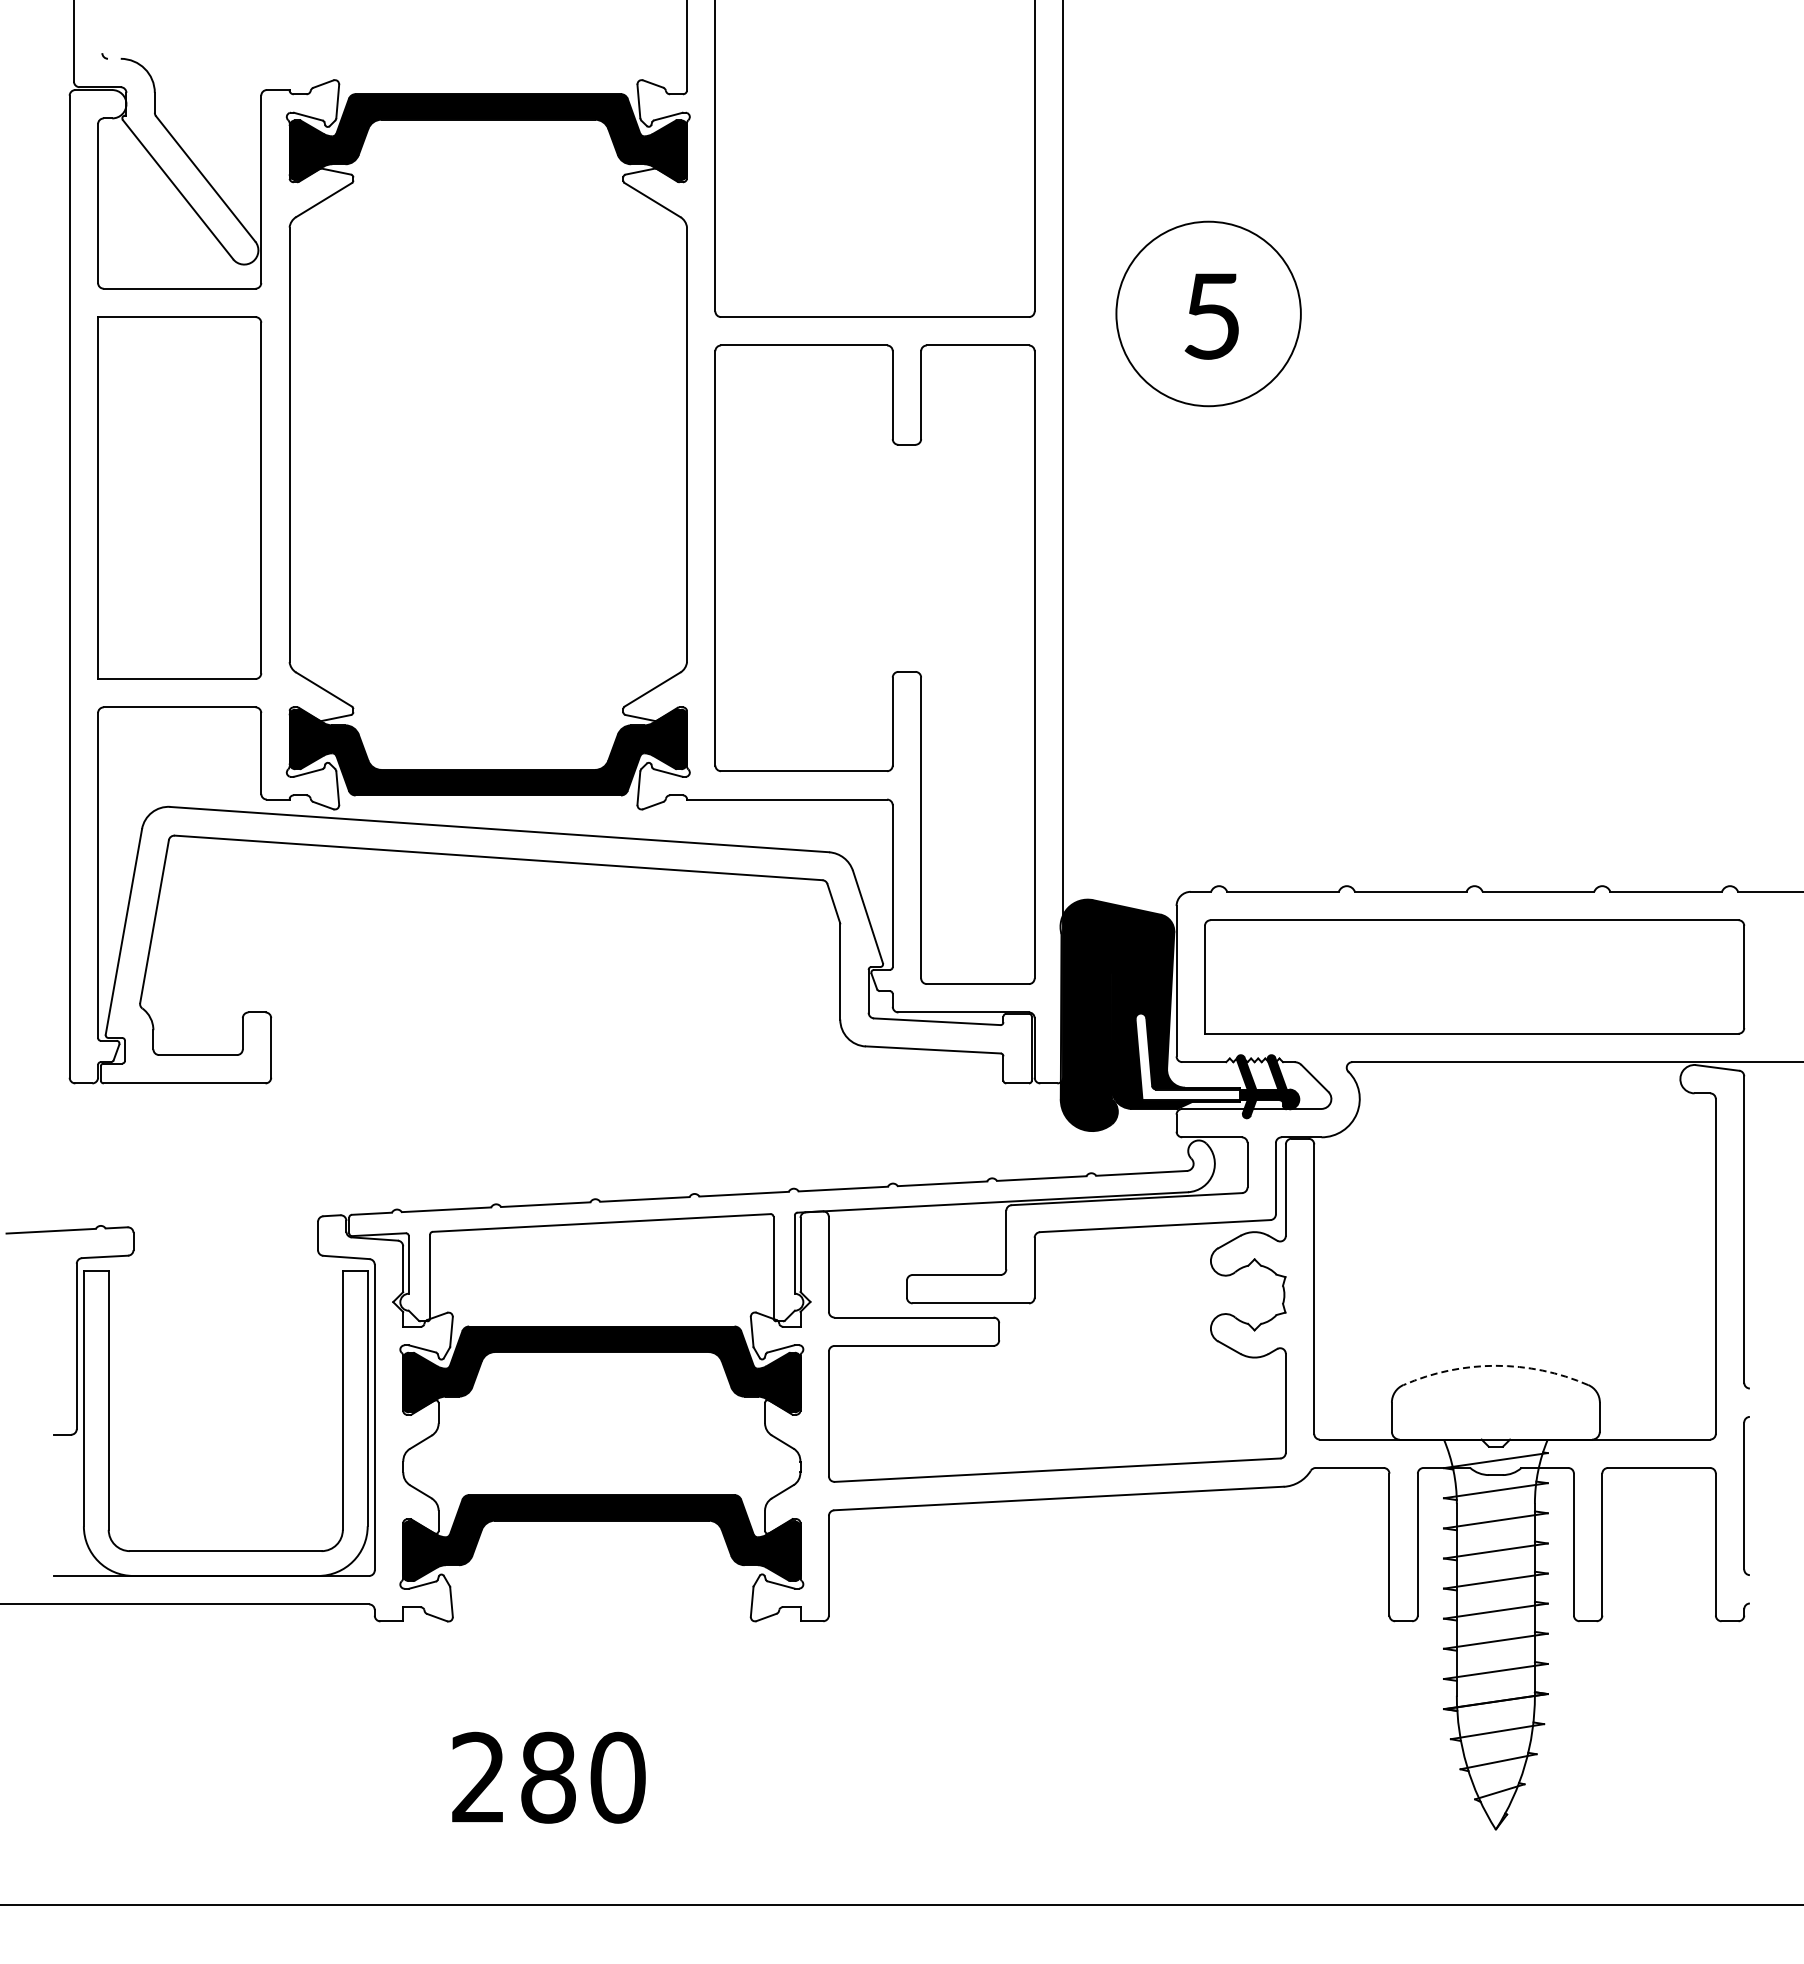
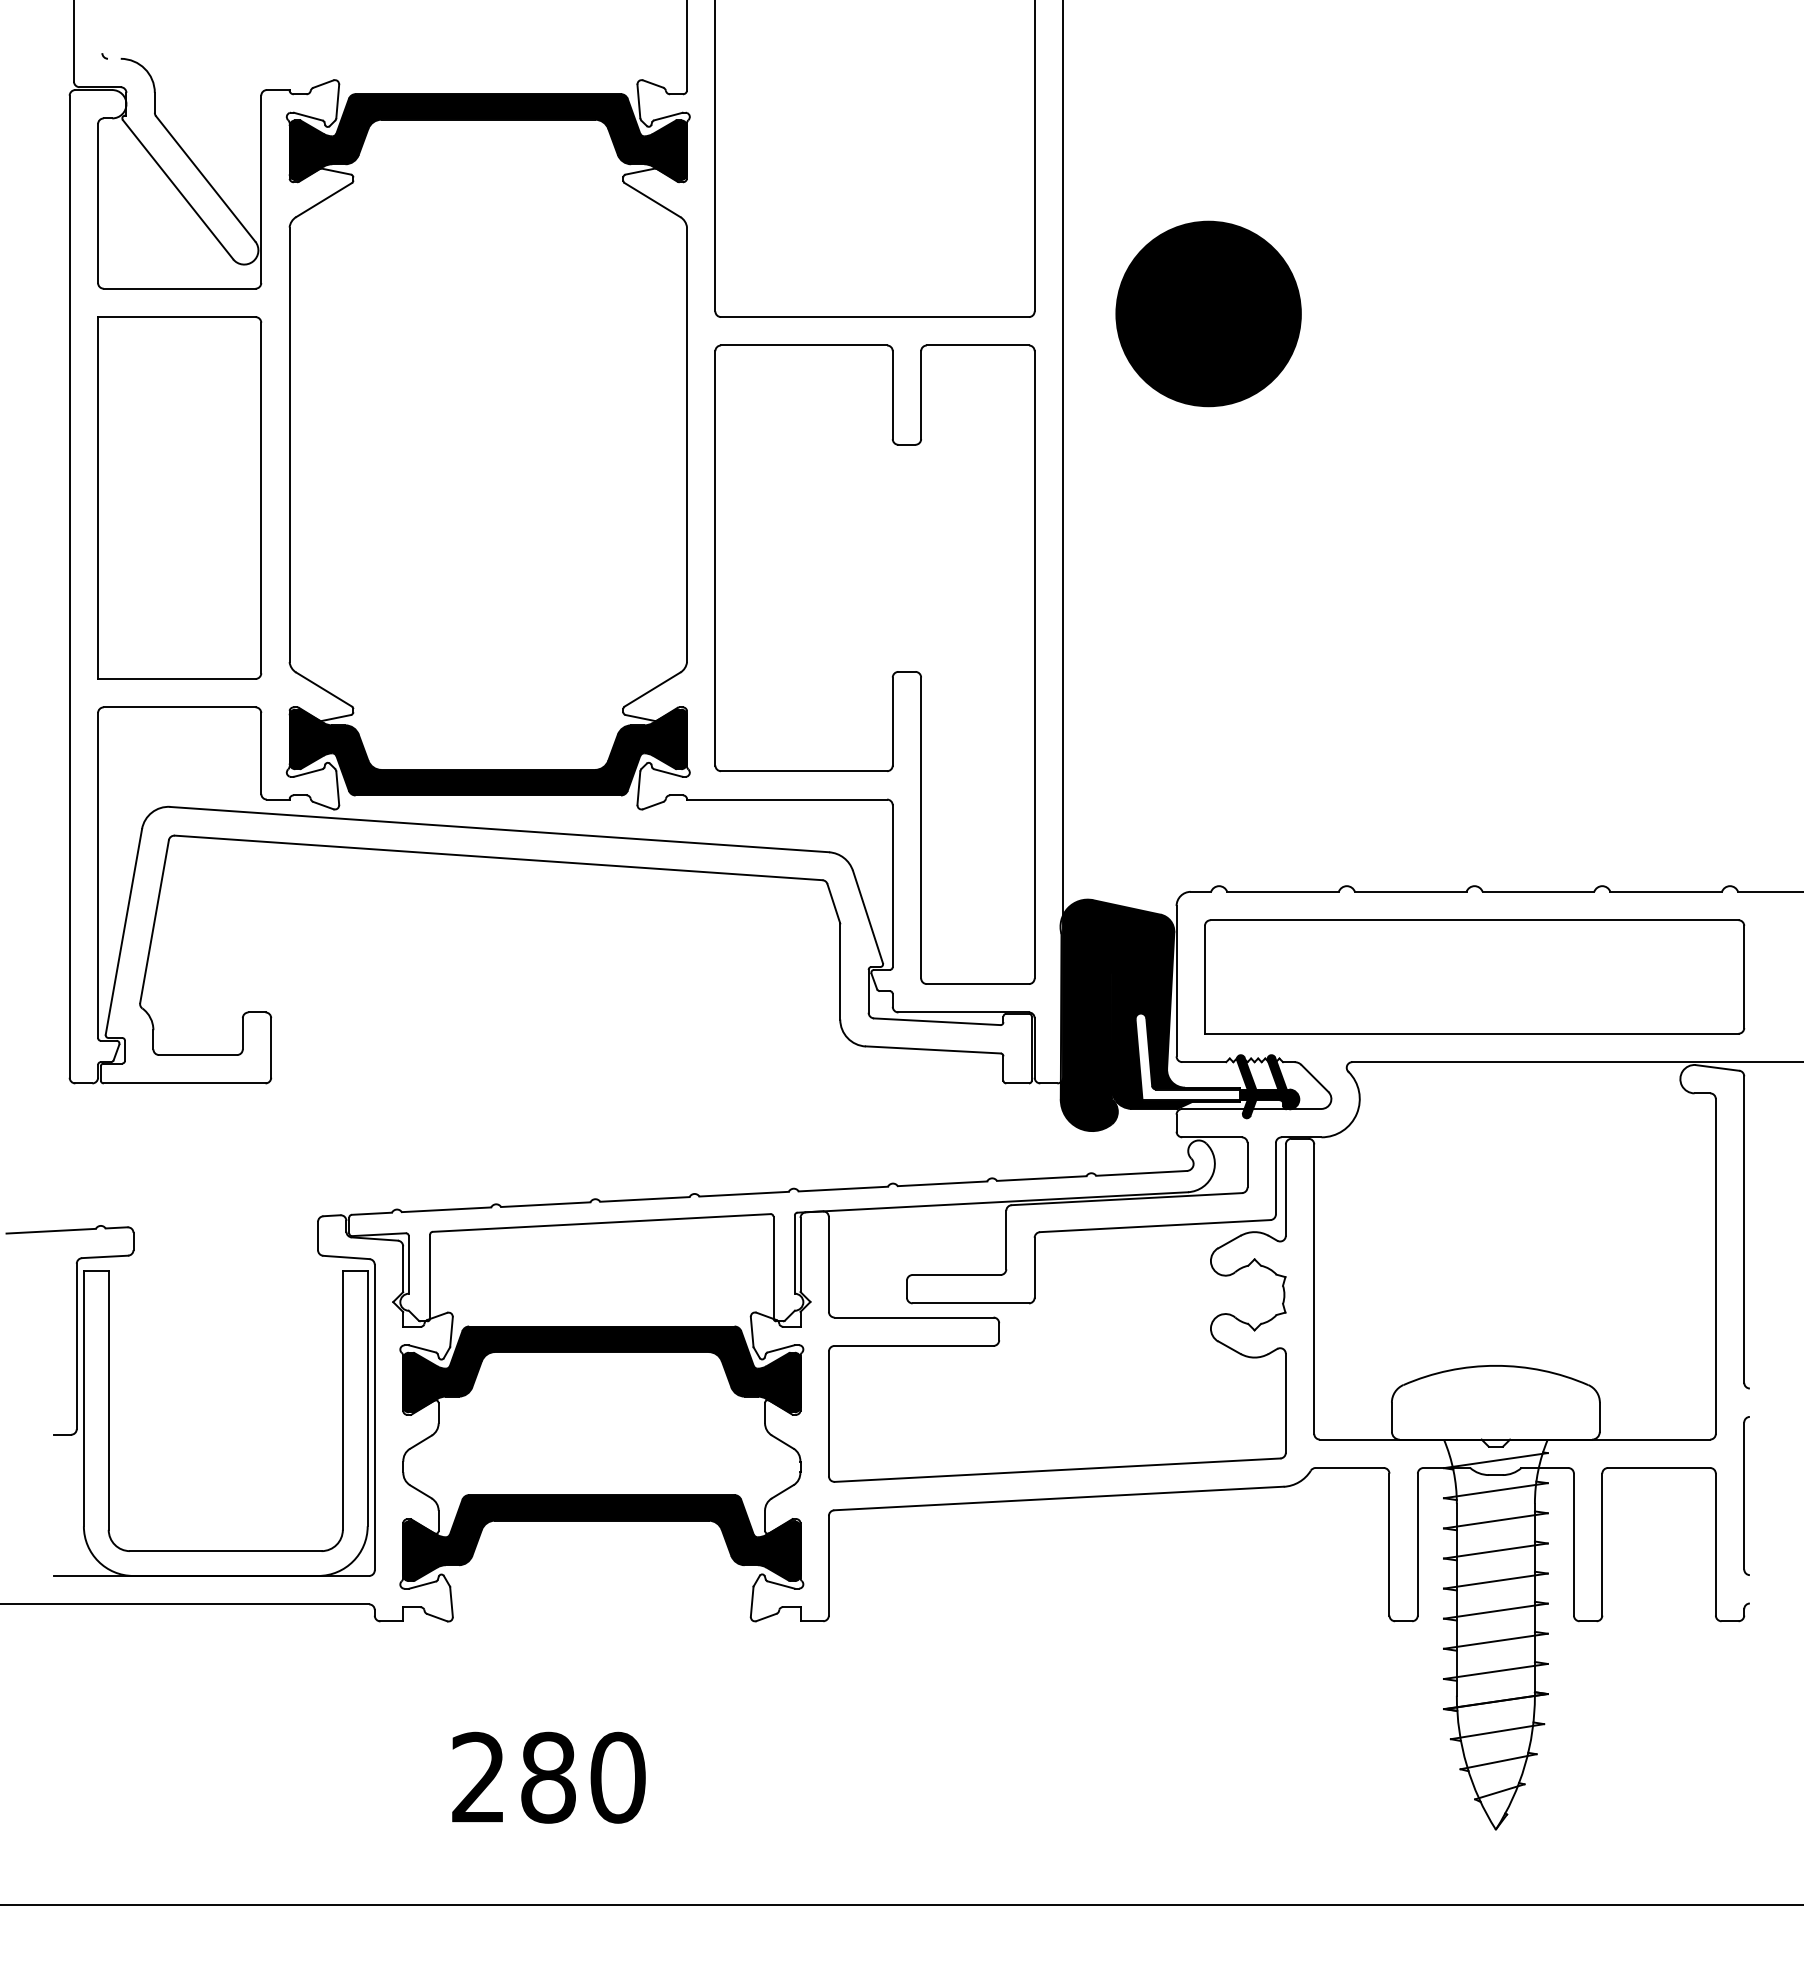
fill at (1208, 313): none -> present
arc at (1495, 1365): dashed -> solid
